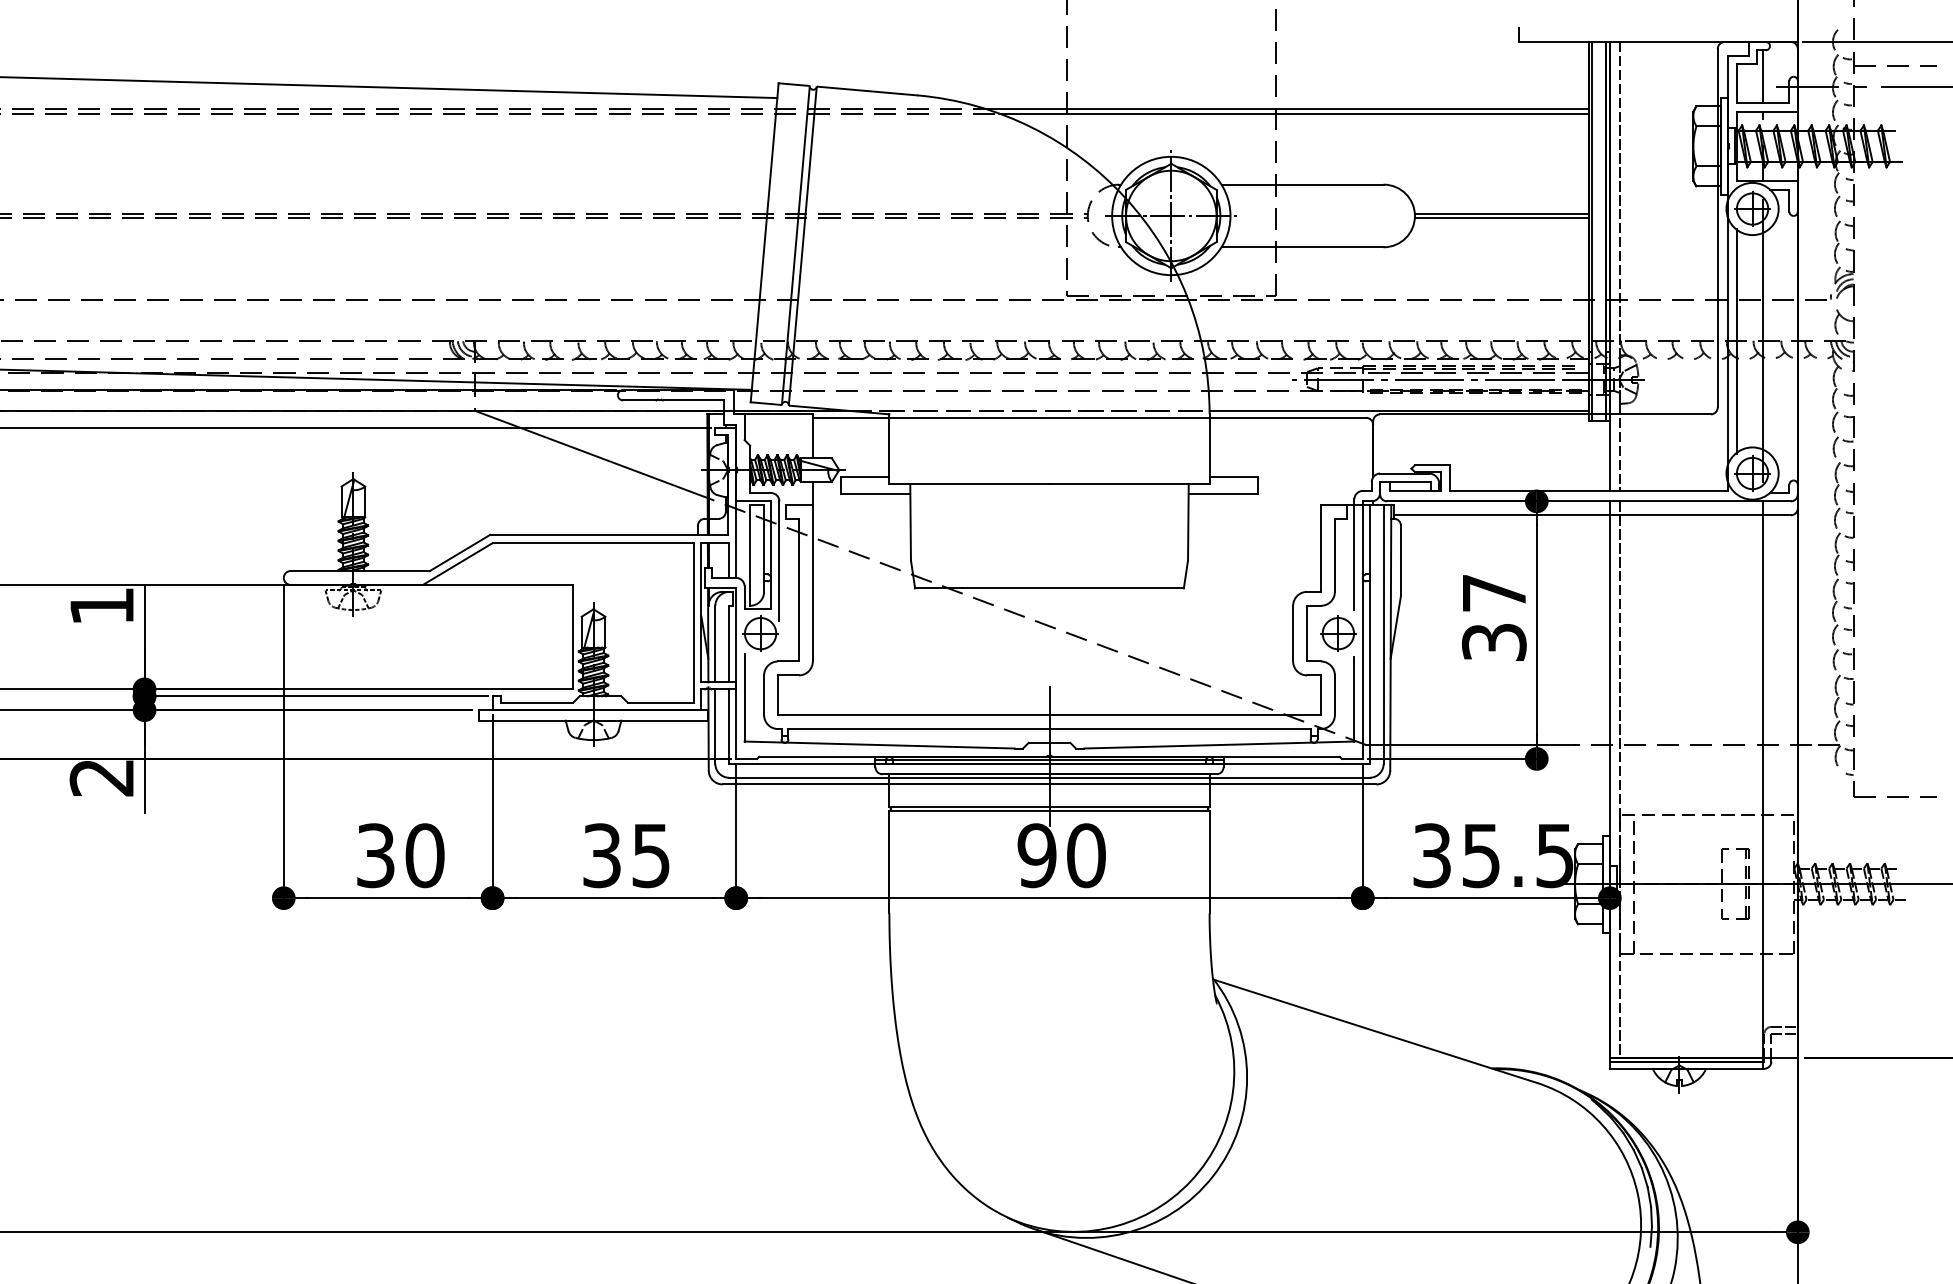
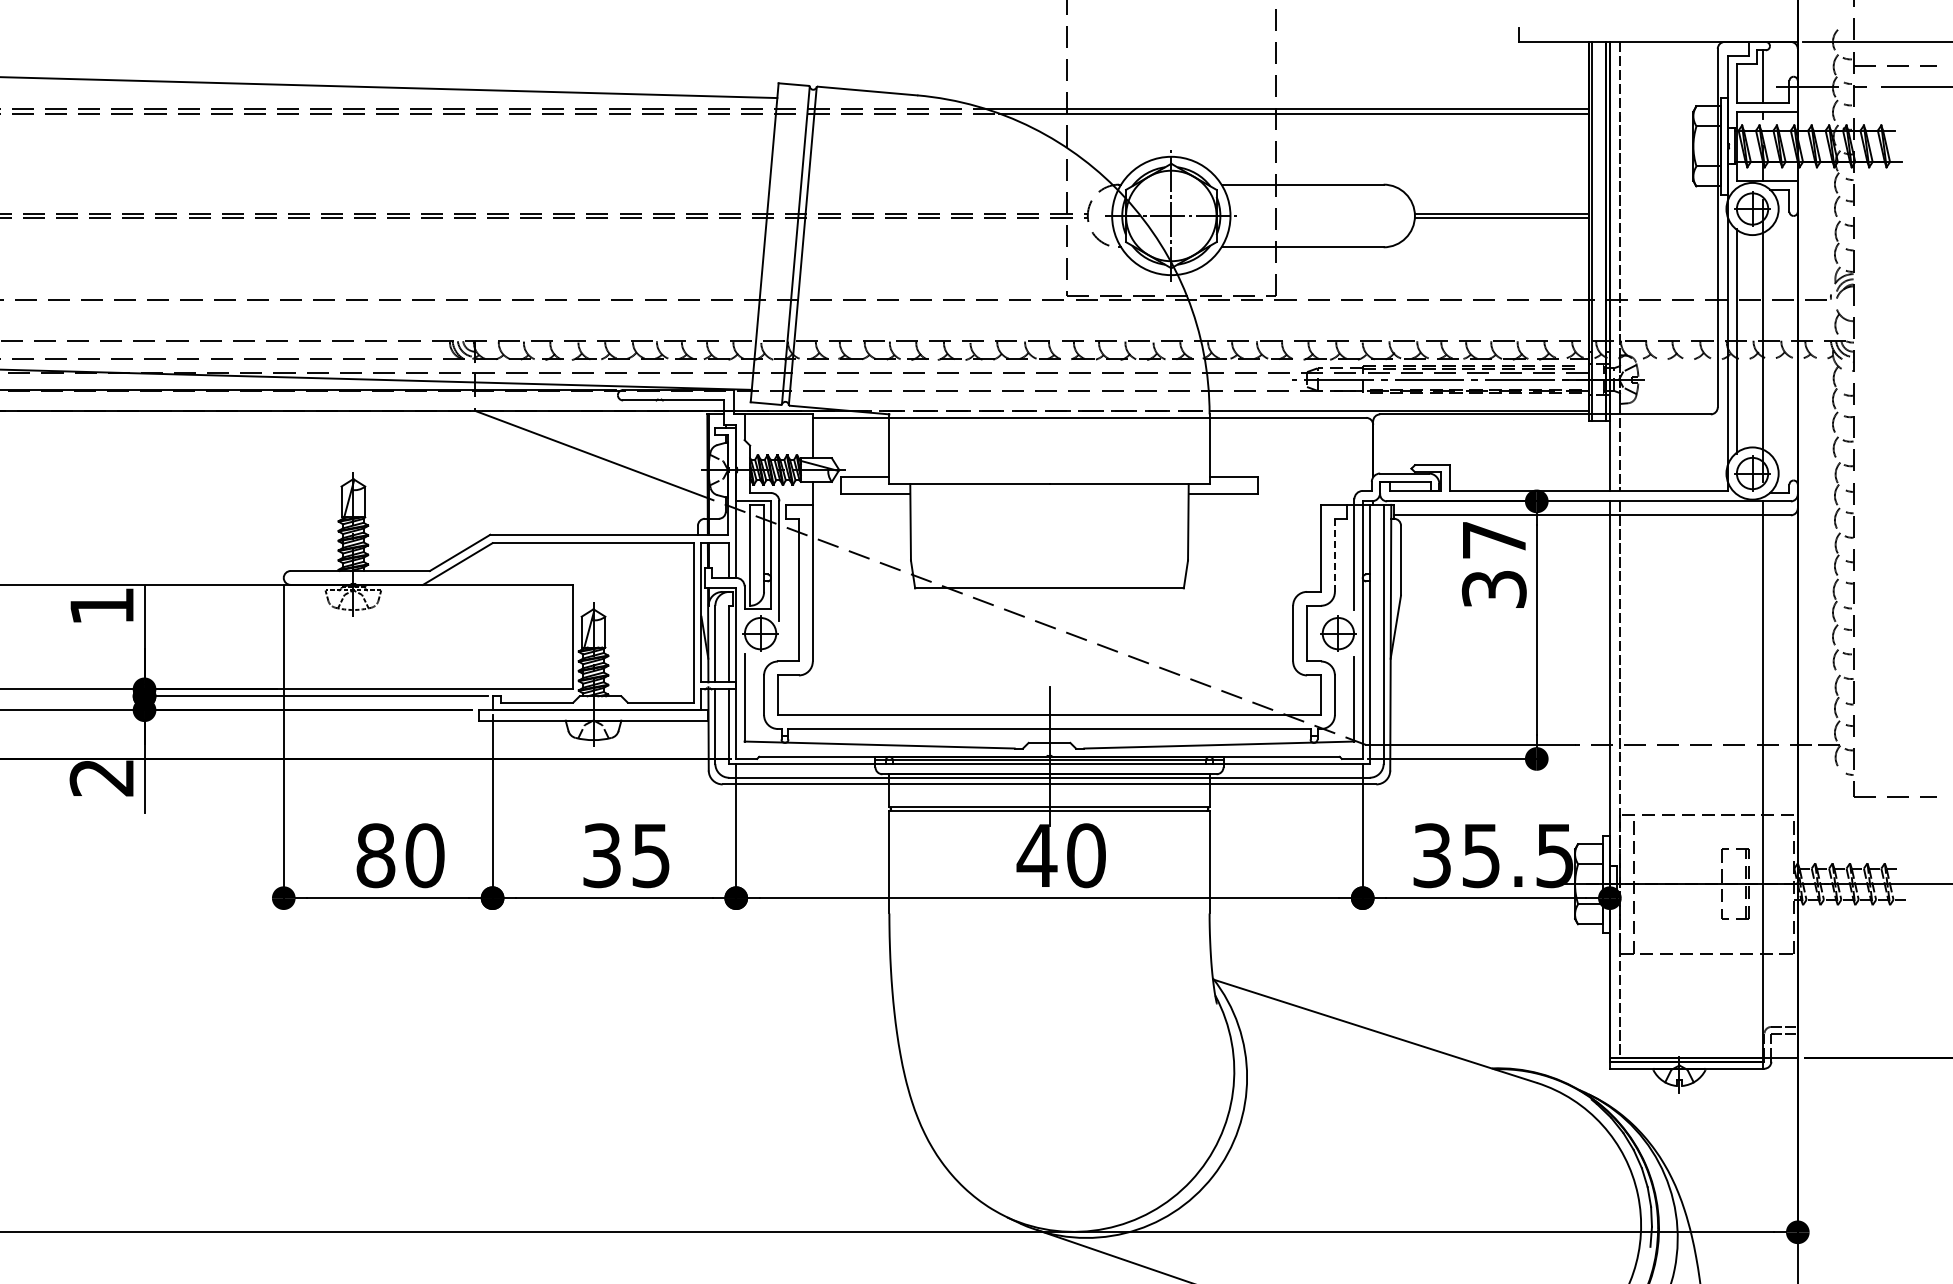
line at (356, 428): present -> none
line at (1334, 555): solid -> dashed
text at (1494, 617) position: (1494, 617) -> (1494, 564)
text at (375, 855): 30 -> 80
text at (1036, 855): 90 -> 40
